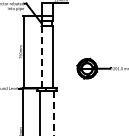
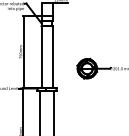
line at (41, 57): dashed -> solid
line at (53, 113): dashed -> solid
